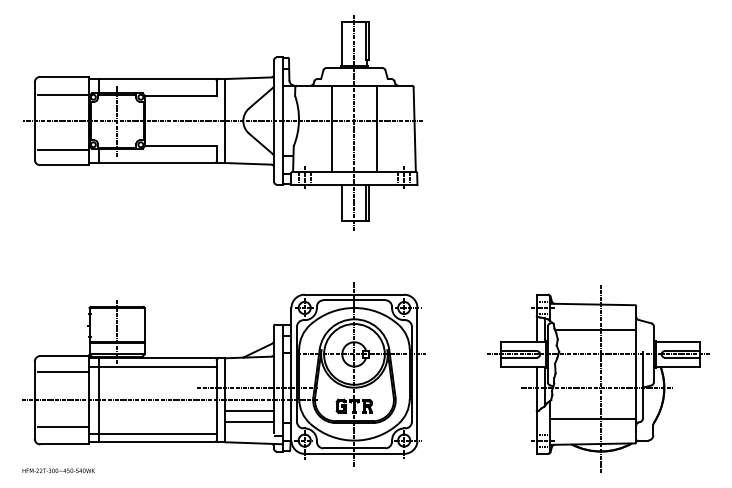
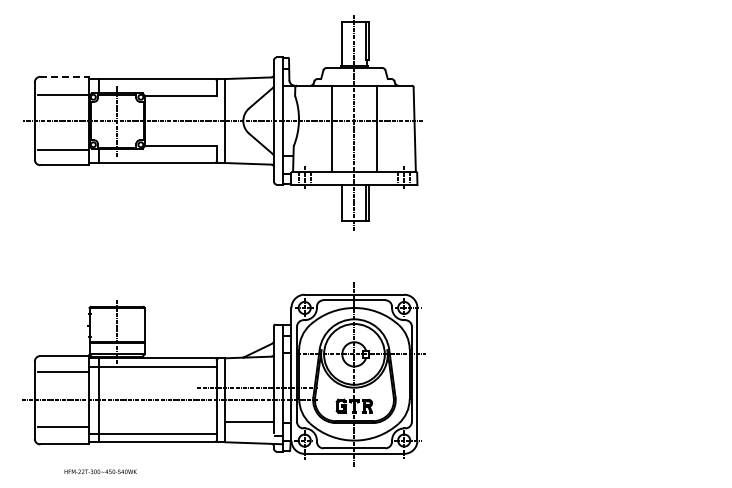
line at (65, 76): solid -> dashed
part at (598, 378): present -> none
line at (249, 410): present -> none
text at (58, 470) position: (58, 470) -> (100, 471)
